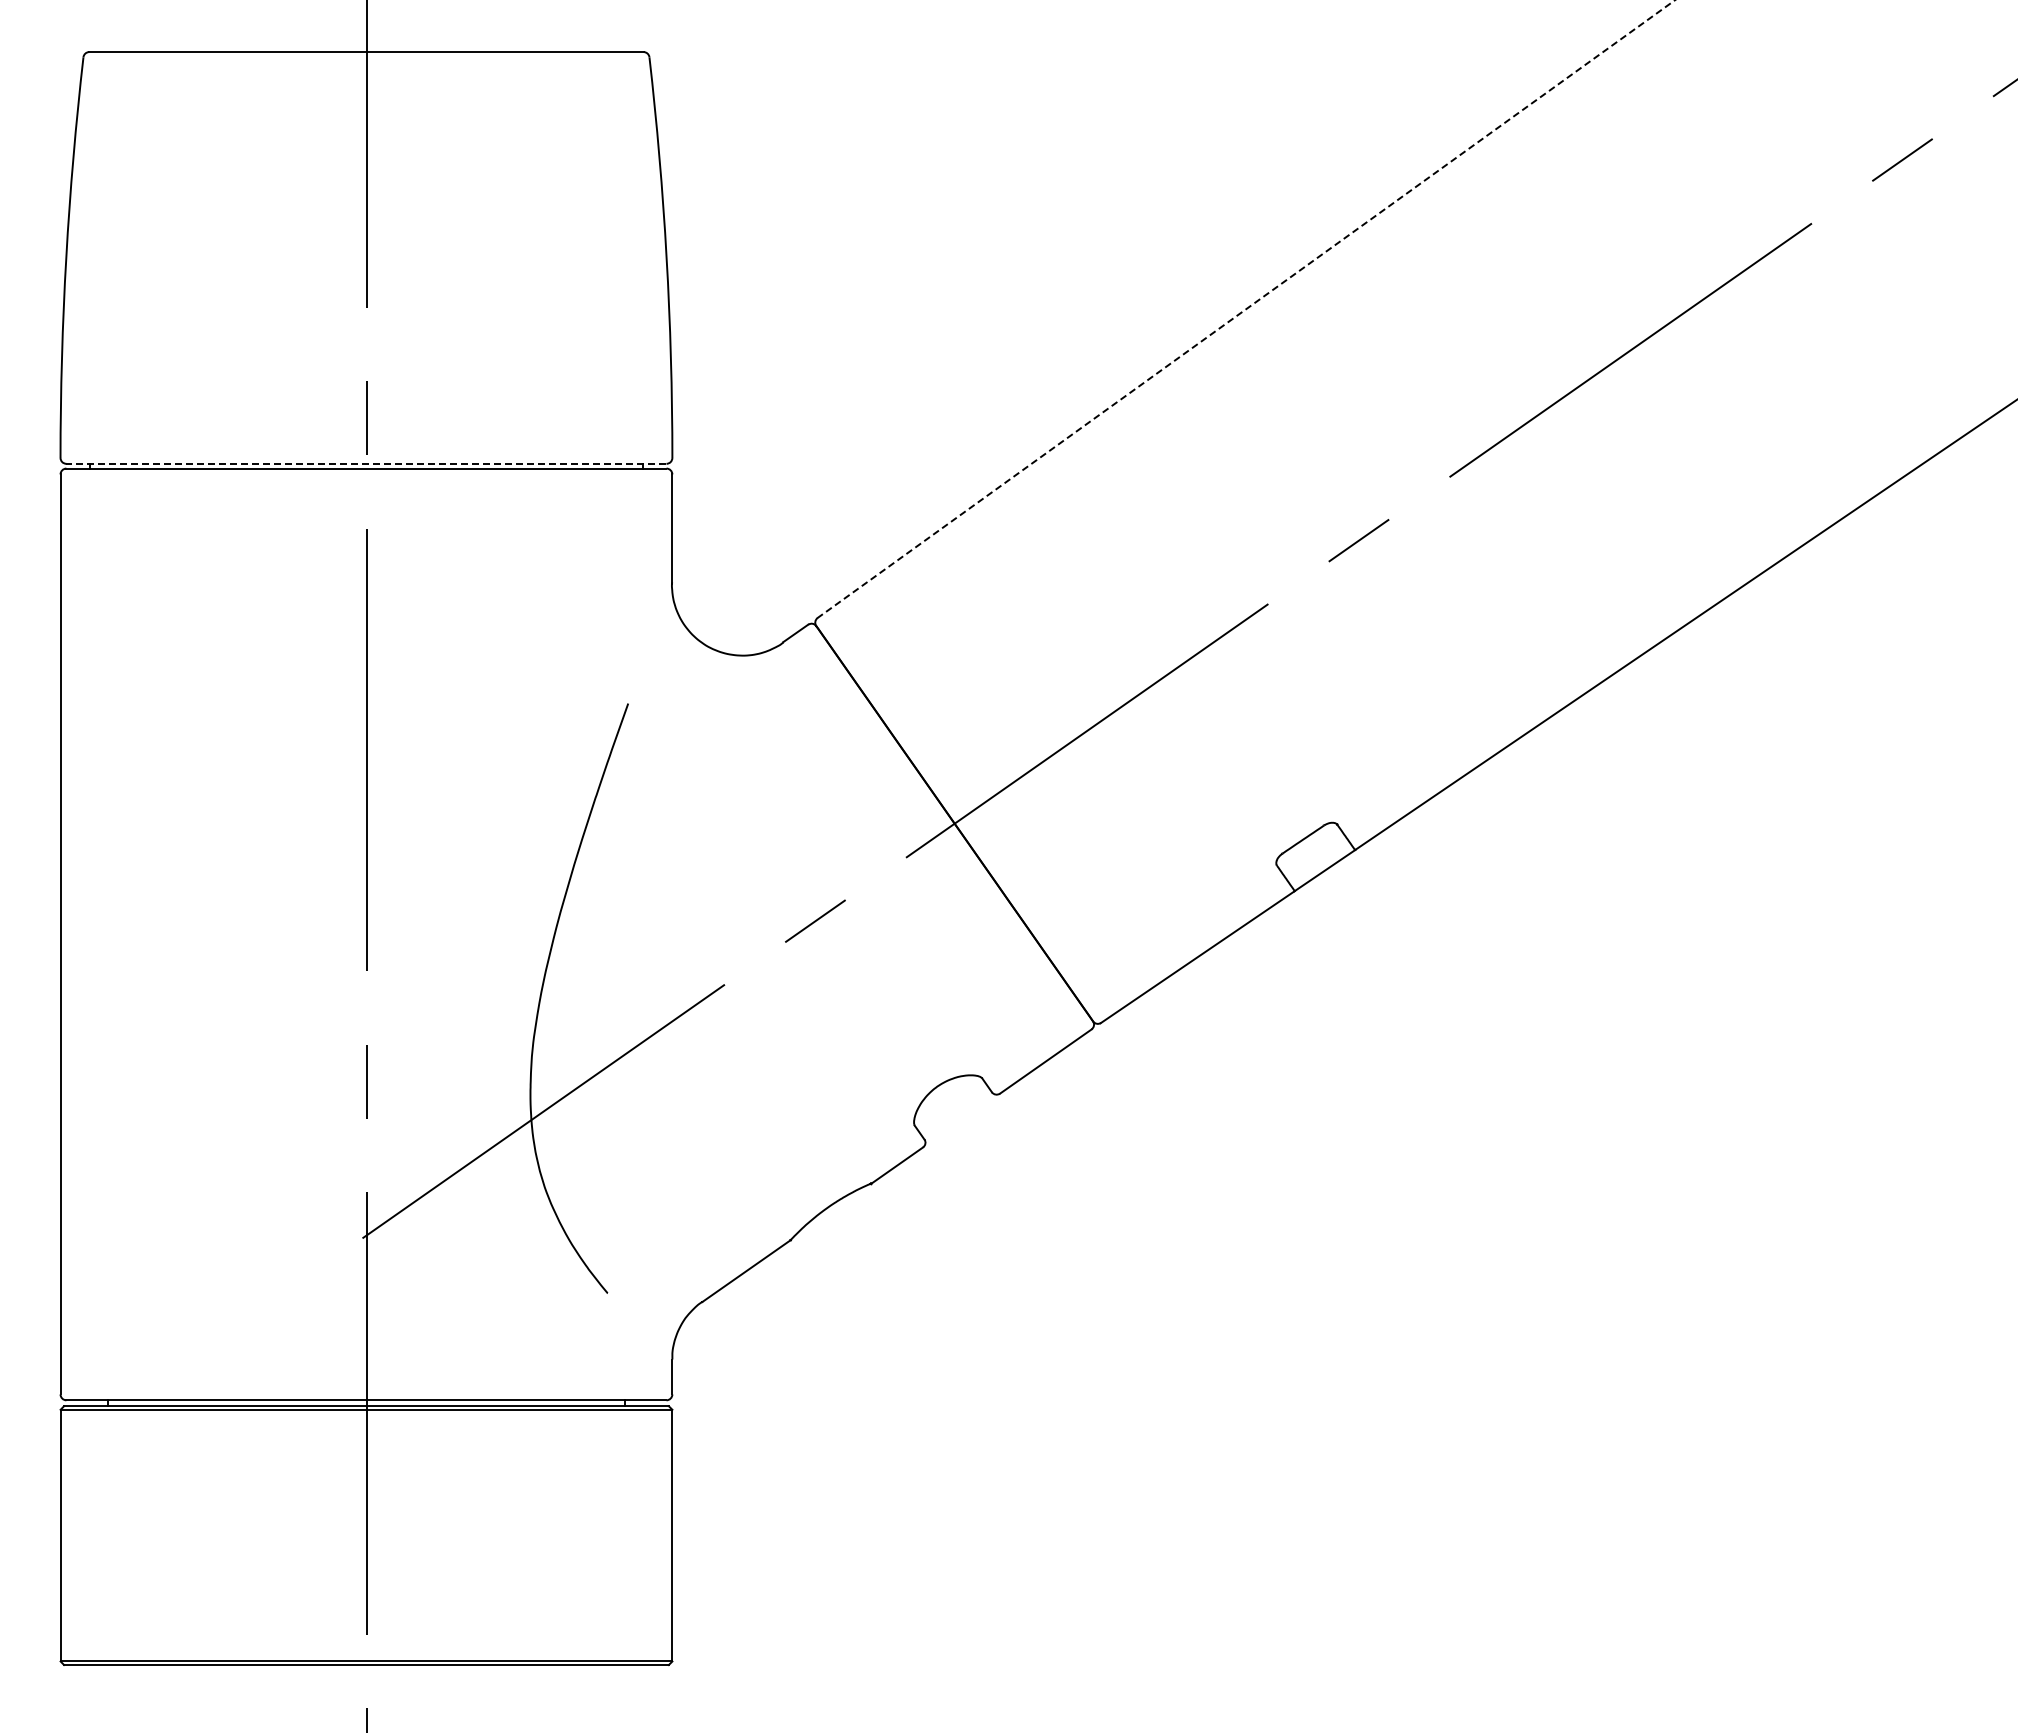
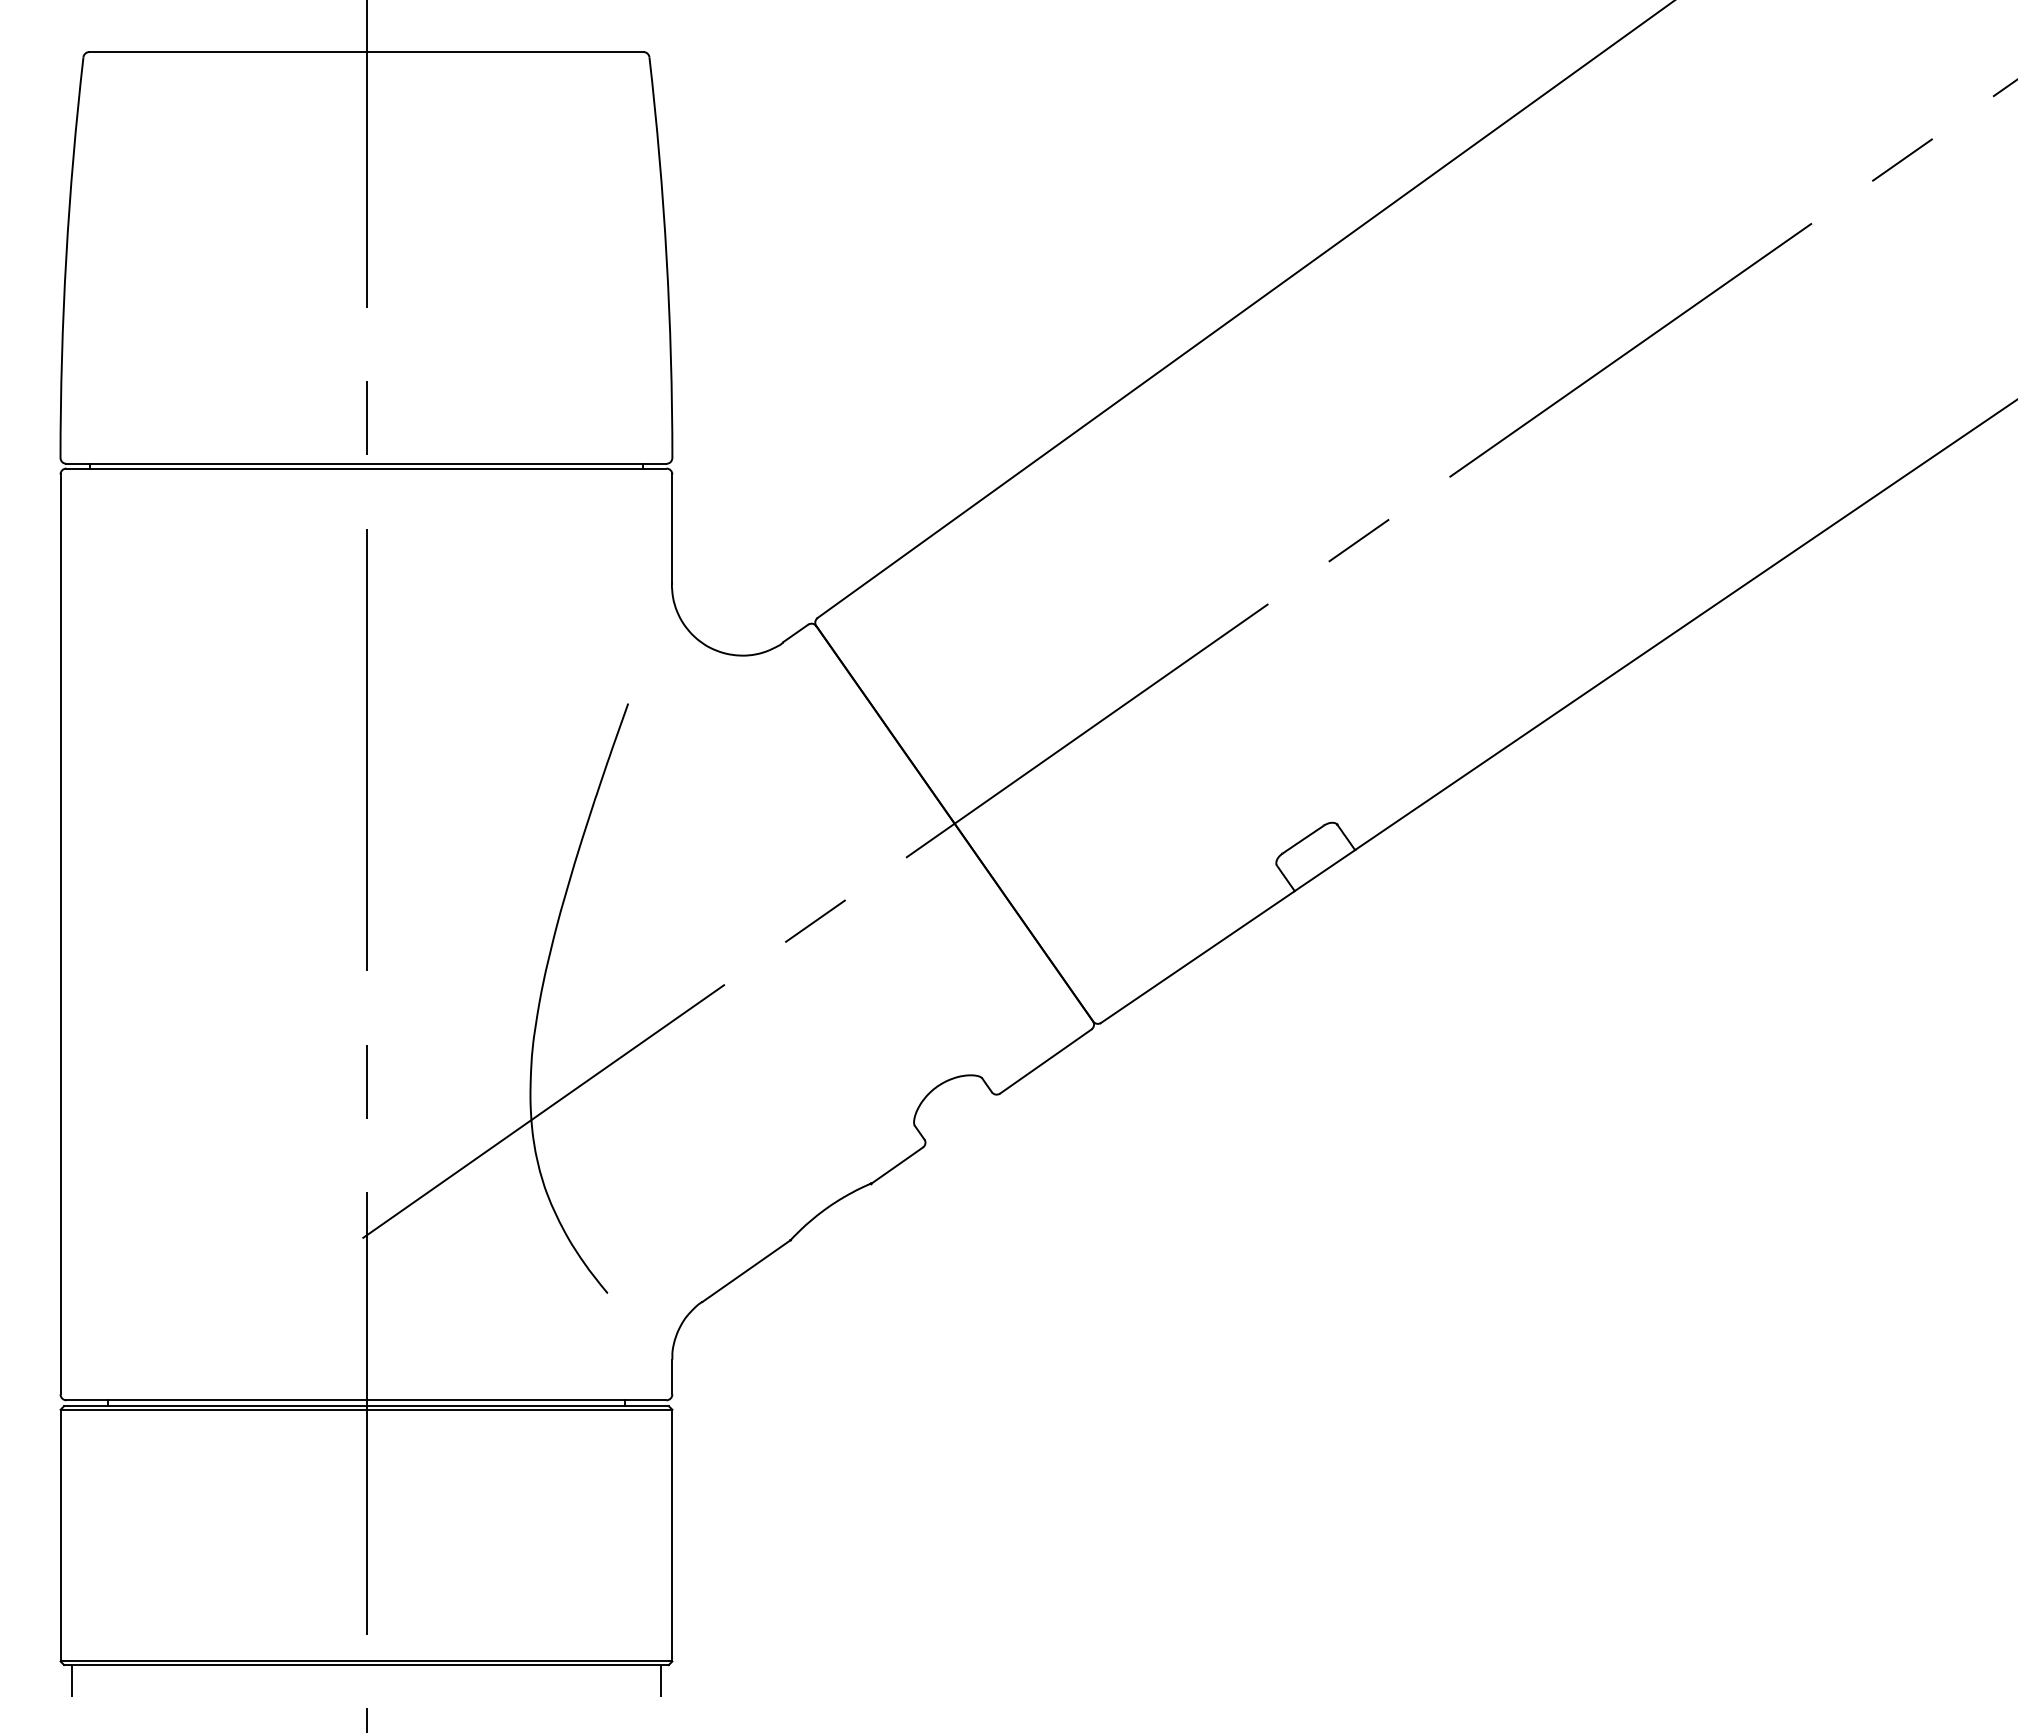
line at (1245, 309): dashed -> solid
line at (365, 463): dashed -> solid
line at (72, 1680): none -> present
line at (660, 1680): none -> present
